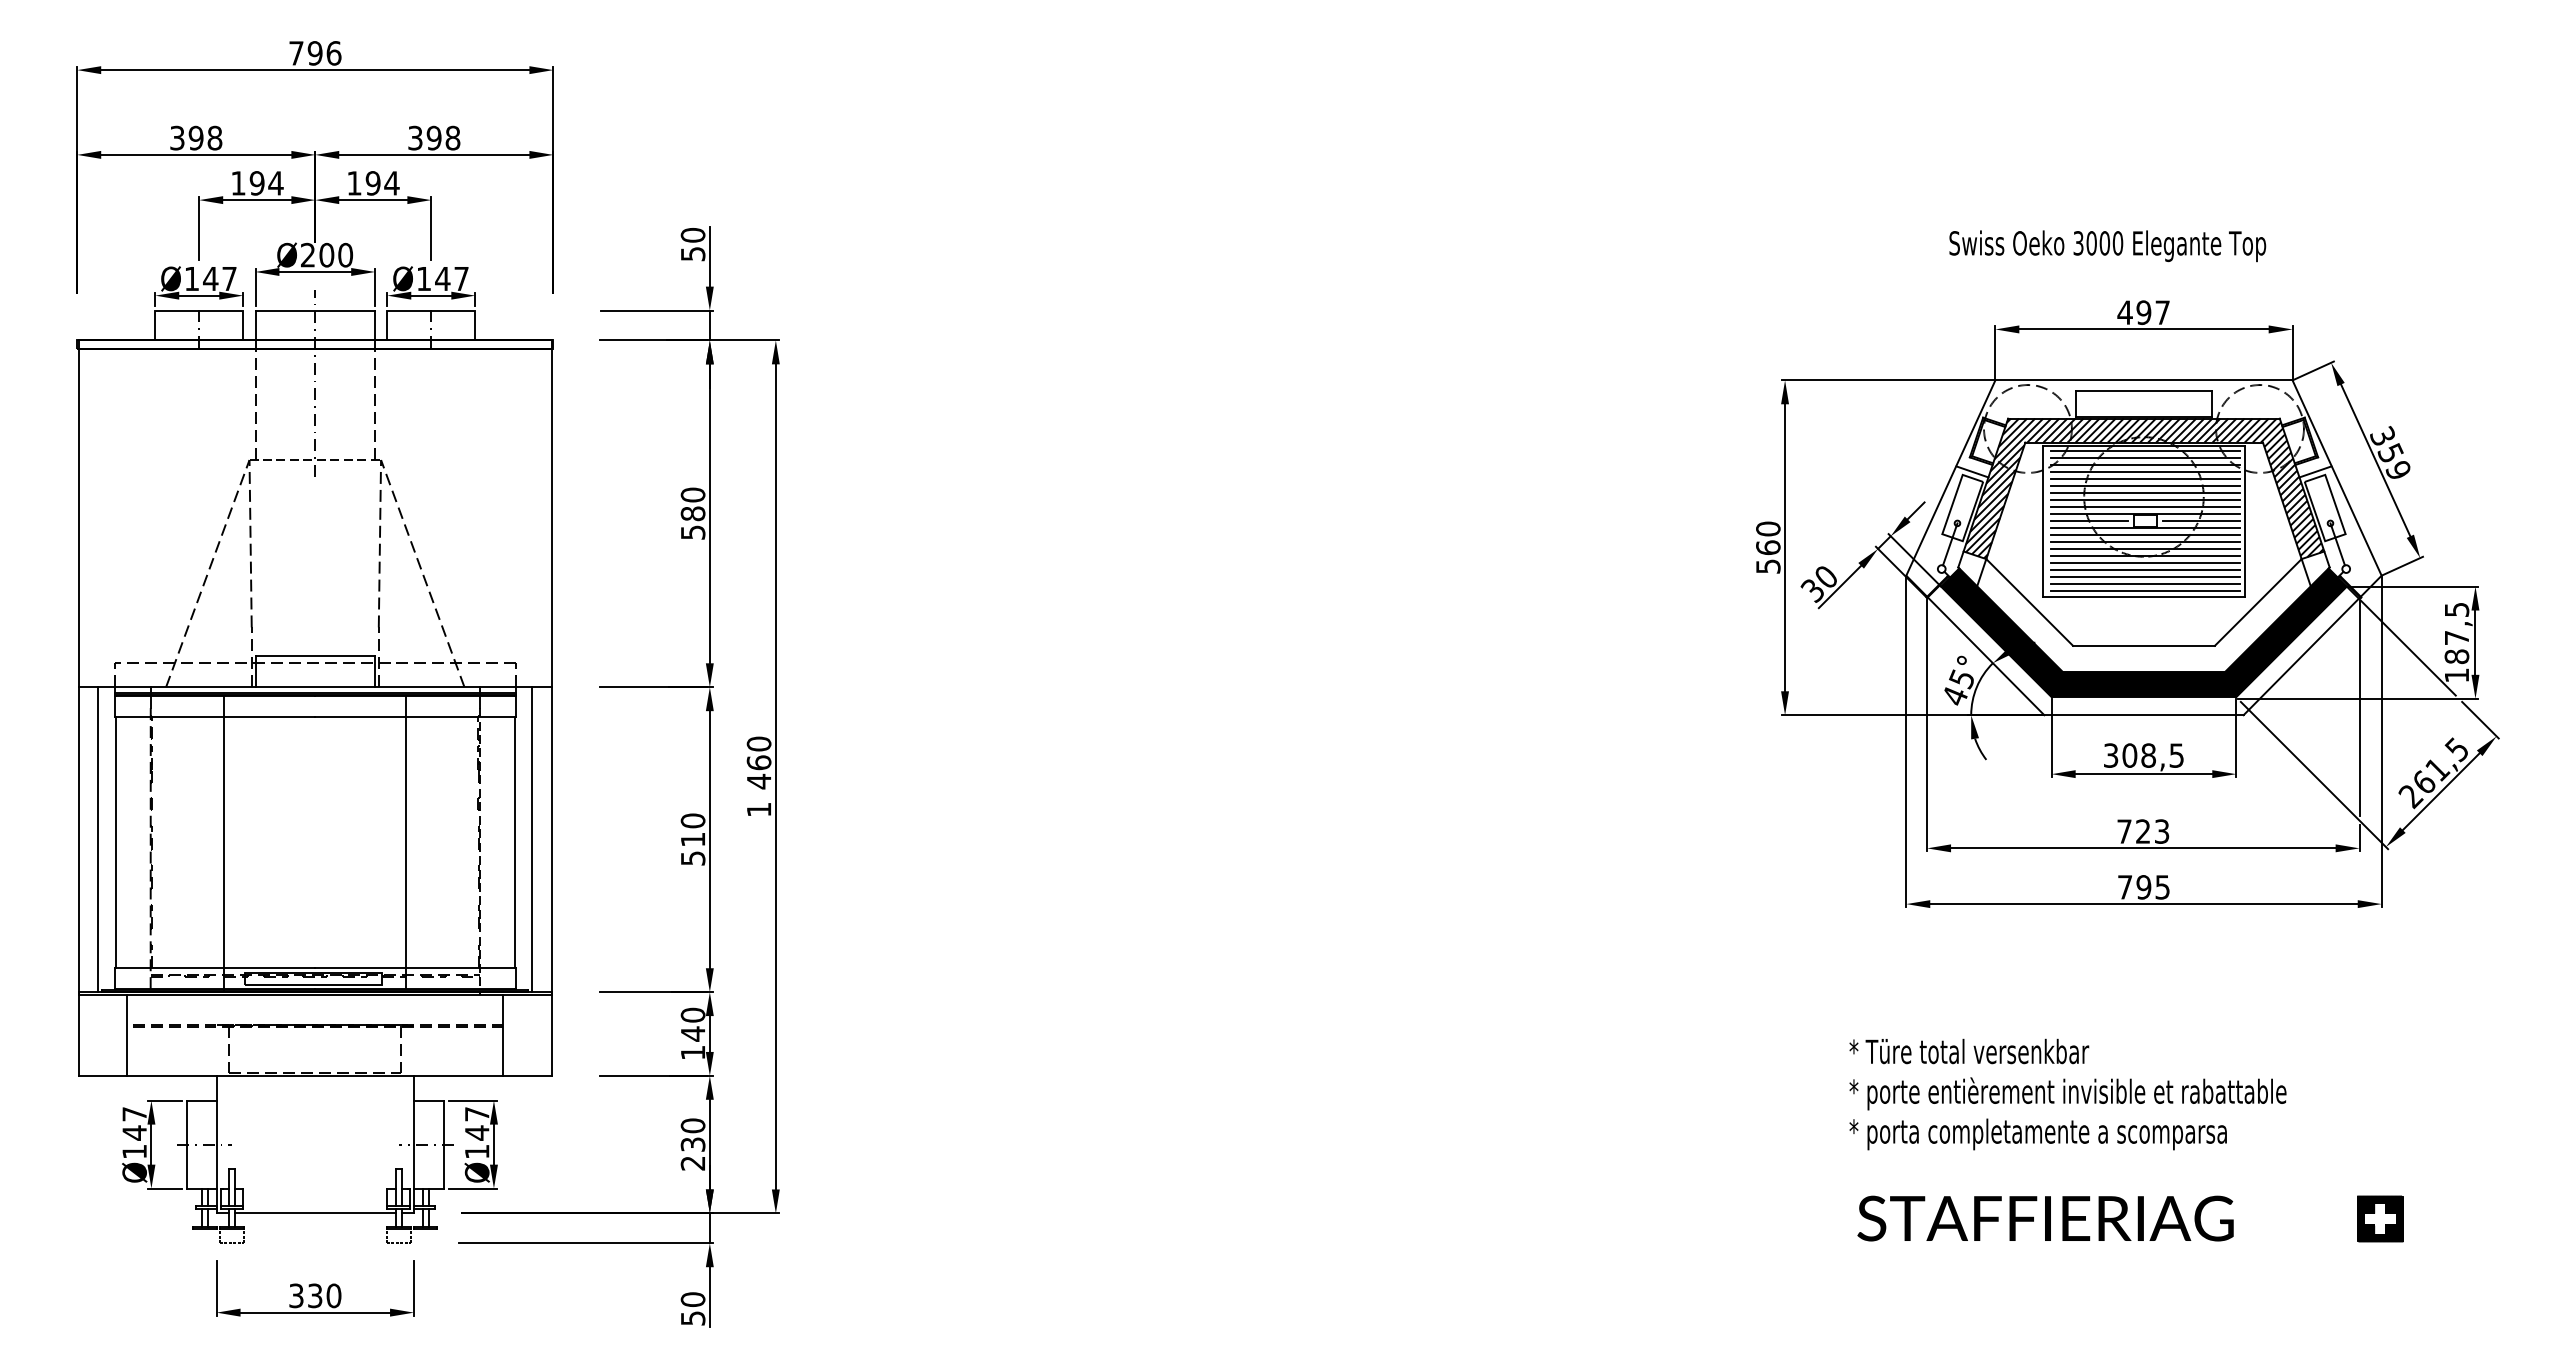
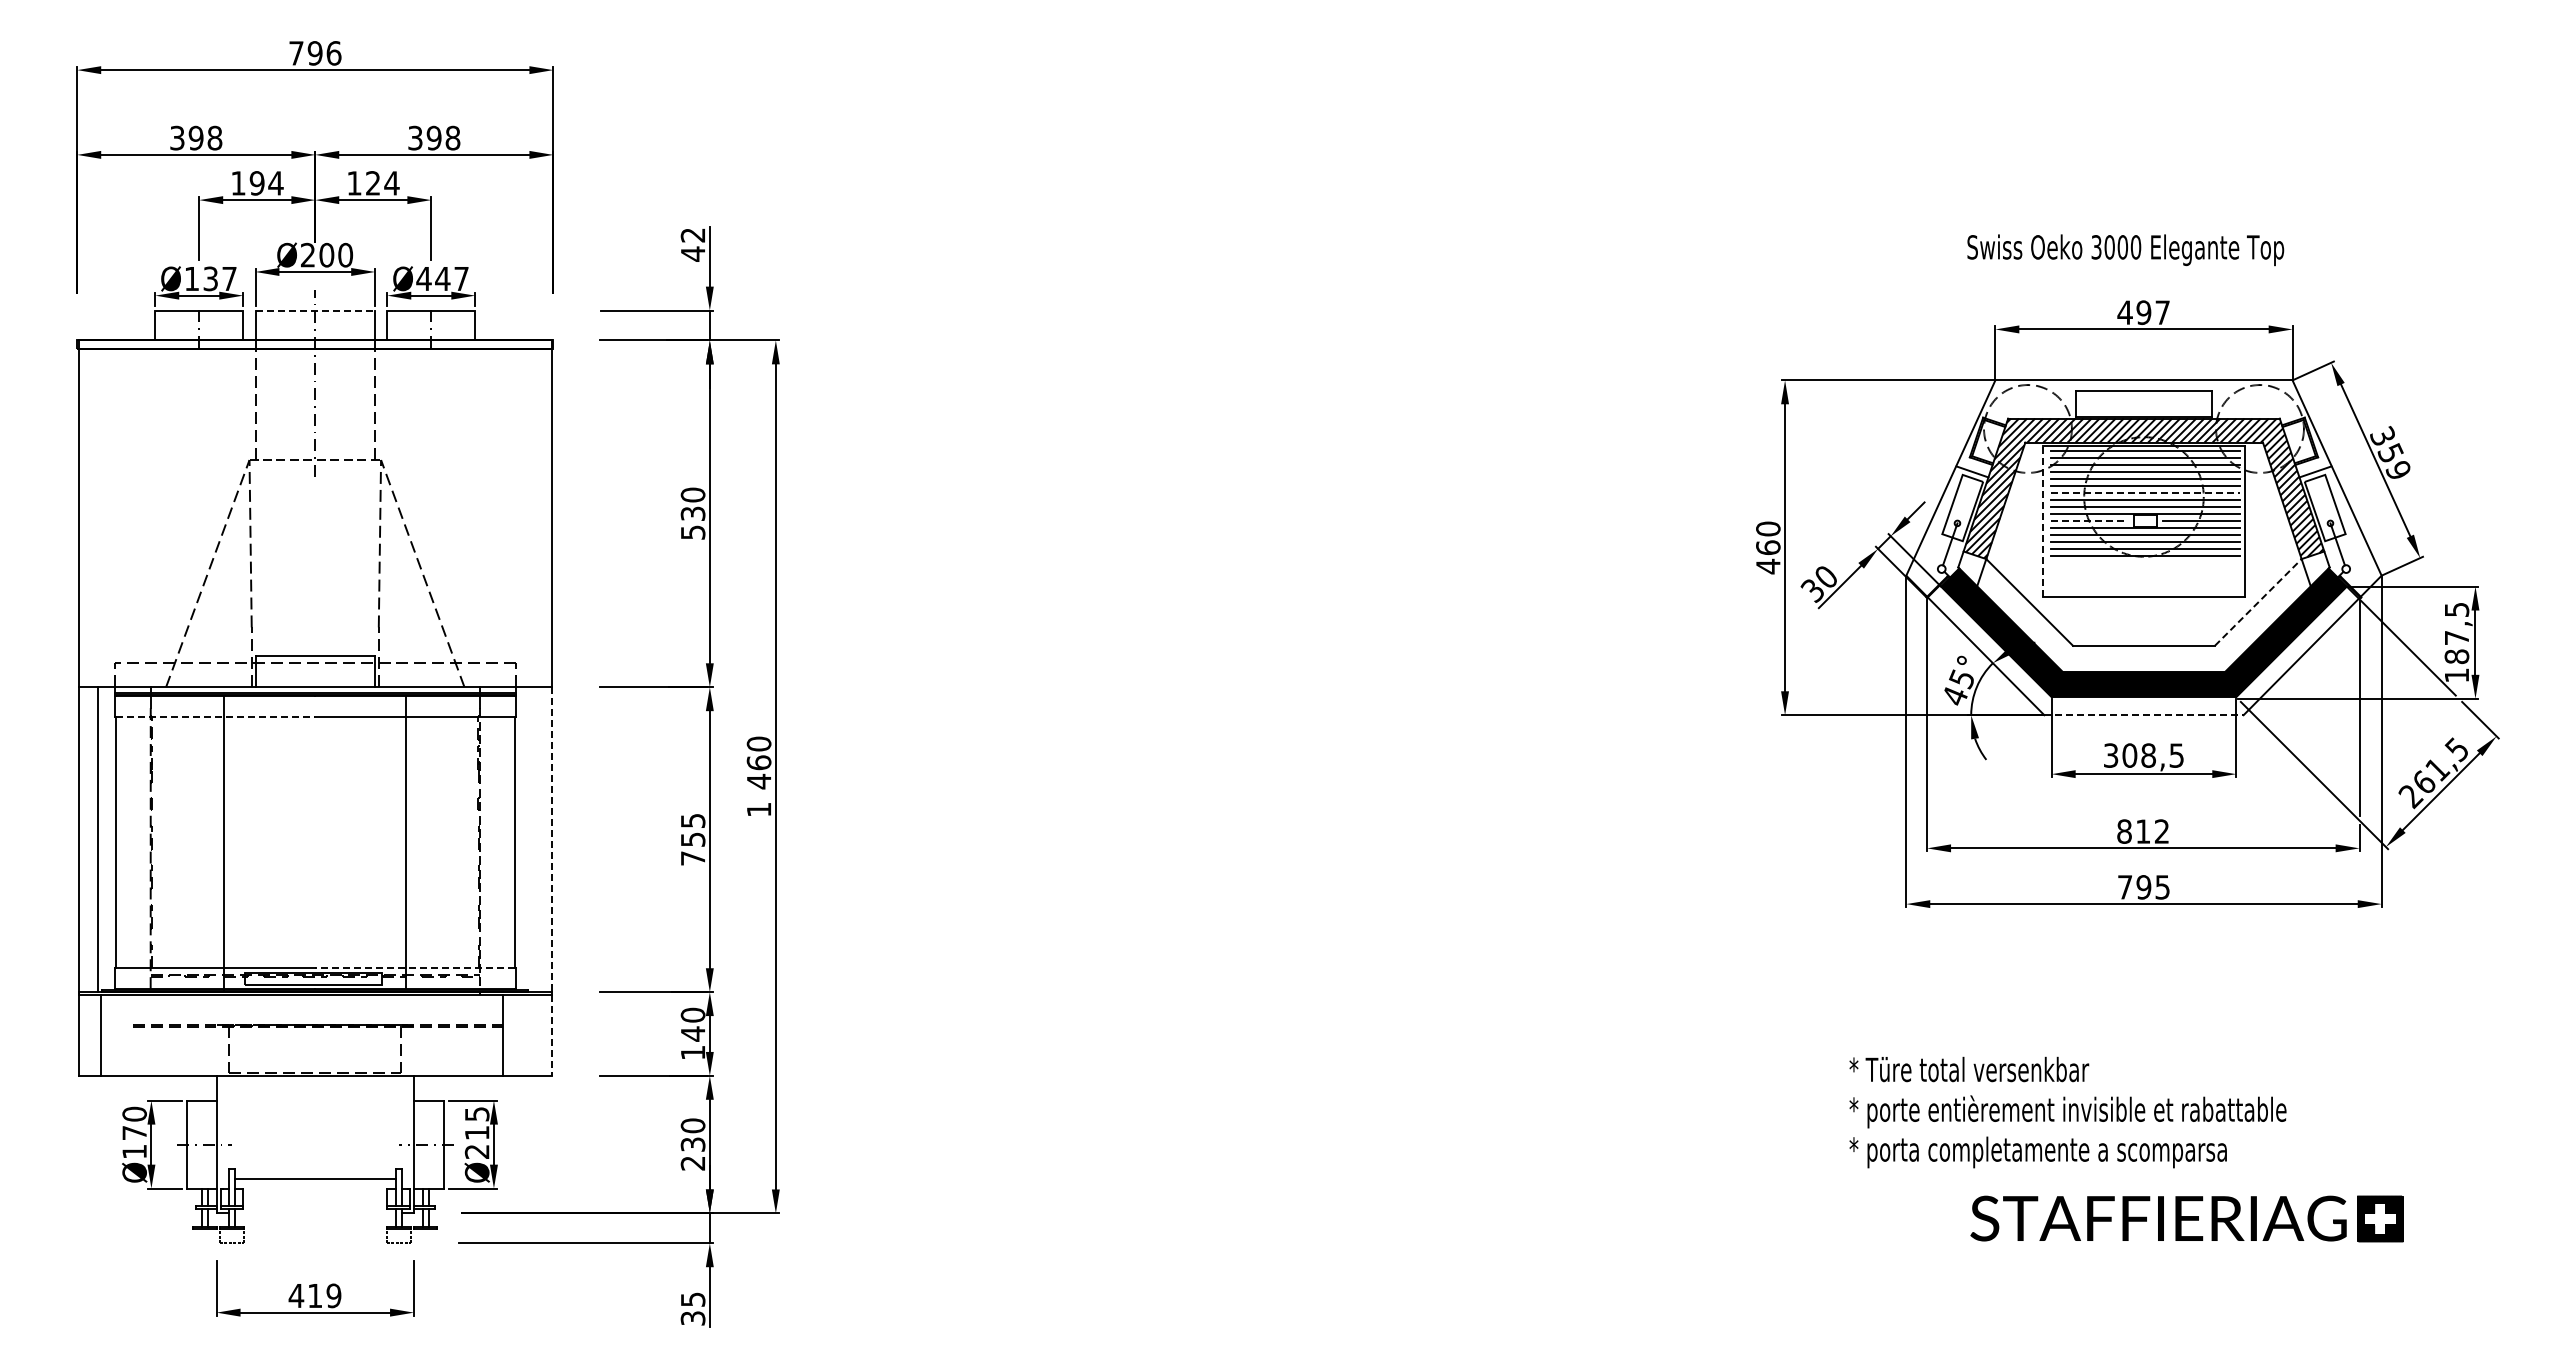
text at (372, 183): 194 -> 124
text at (692, 244): 50 -> 42
text at (2107, 246) position: (2107, 246) -> (2125, 250)
text at (210, 278): Ø147 -> Ø137
text at (423, 278): Ø147 -> Ø447
line at (315, 310): solid -> dashed
line at (2146, 493): solid -> dashed
text at (692, 513): 580 -> 530
line at (2043, 520): solid -> dashed
line at (2089, 521): solid -> dashed
line at (2145, 562): present -> none
text at (1768, 566): 560 -> 460
line at (2145, 569): present -> none
line at (2145, 576): present -> none
line at (2145, 583): present -> none
line at (2145, 590): present -> none
line at (2258, 602): solid -> dashed
line at (2143, 715): solid -> dashed
line at (215, 717): solid -> dashed
text at (2143, 831): 723 -> 812
line at (532, 839): present -> none
text at (692, 839): 510 -> 755
line at (551, 882): solid -> dashed
line at (415, 968): solid -> dashed
line at (127, 1034) position: (127, 1034) -> (101, 1034)
text at (2067, 1094) position: (2067, 1094) -> (2067, 1112)
text at (134, 1123): Ø147 -> Ø170
text at (476, 1132): Ø147 -> Ø215
line at (314, 1213) position: (314, 1213) -> (314, 1179)
text at (2045, 1218) position: (2045, 1218) -> (2158, 1218)
text at (314, 1295): 330 -> 419
text at (692, 1308): 50 -> 35
